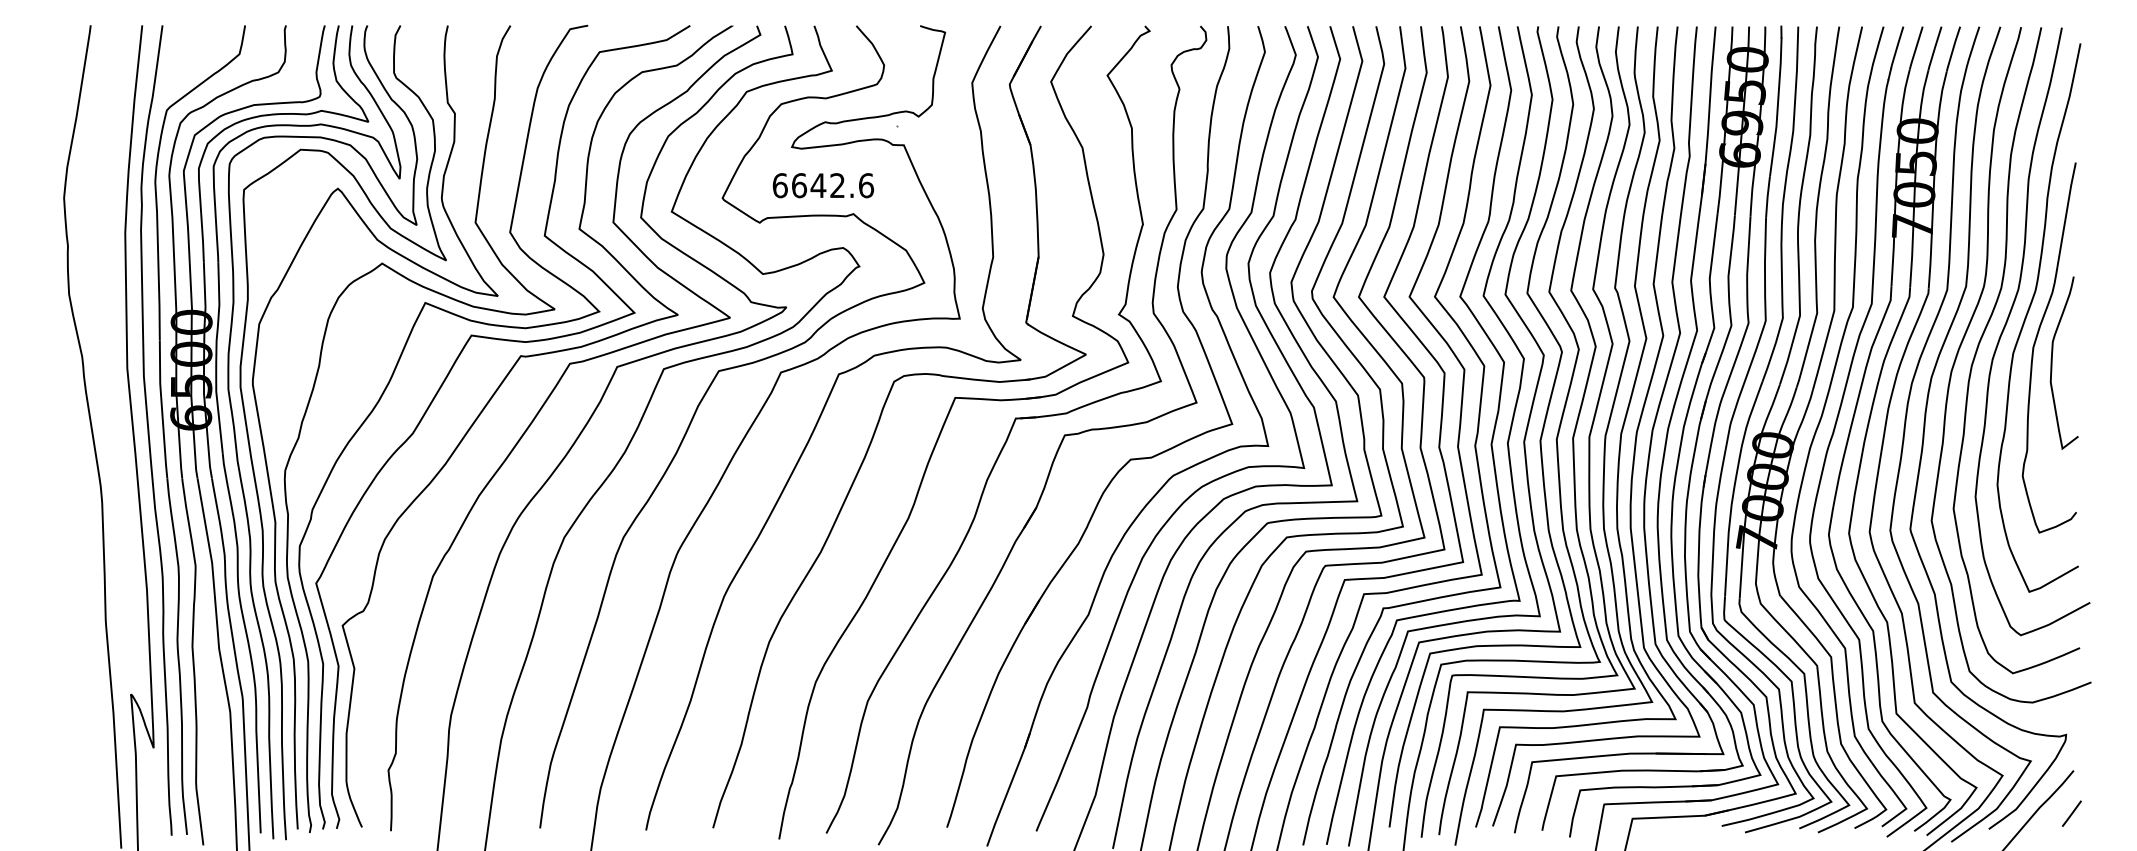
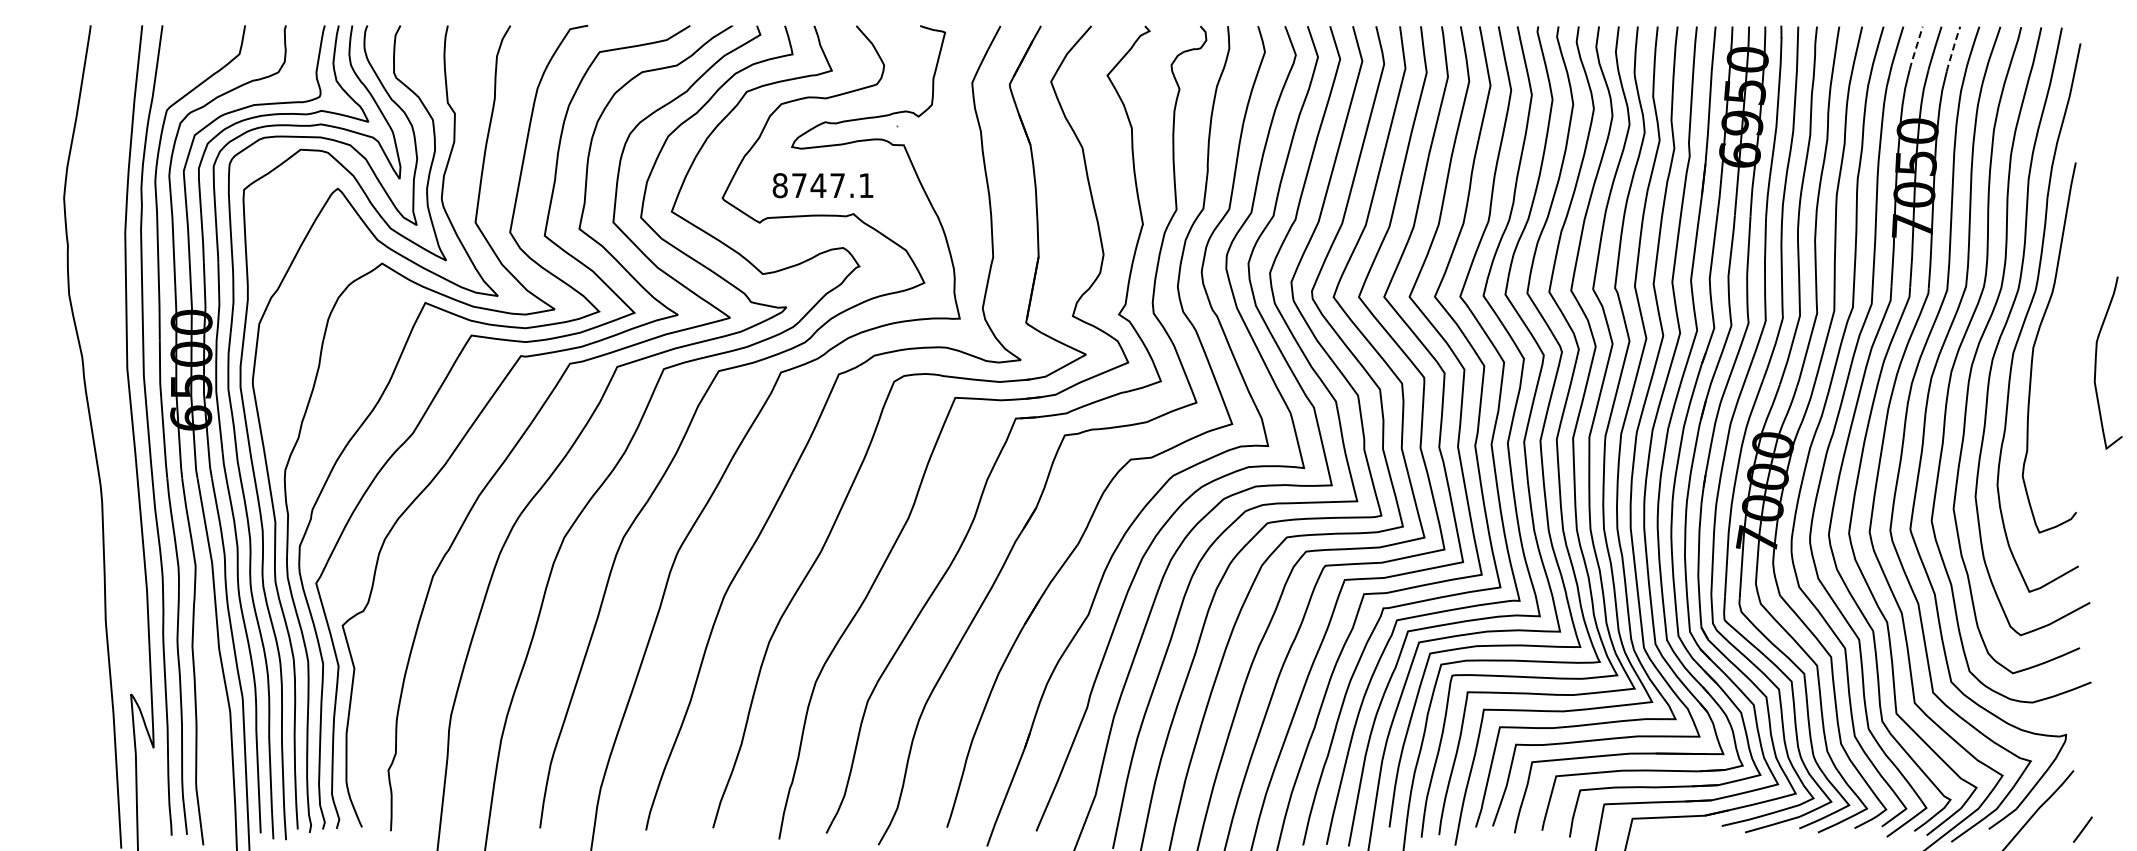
line at (1915, 49): solid -> dashed
line at (1953, 49): solid -> dashed
text at (823, 185): 6642.6 -> 8747.1
curve at (2052, 362) position: (2052, 362) -> (2096, 362)
line at (2071, 813) position: (2071, 813) -> (2082, 829)
